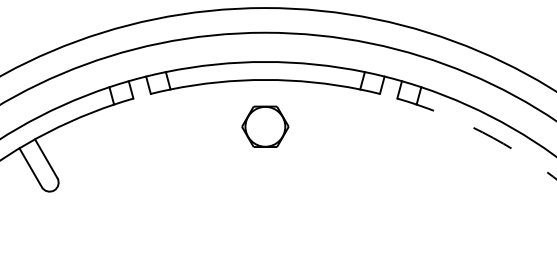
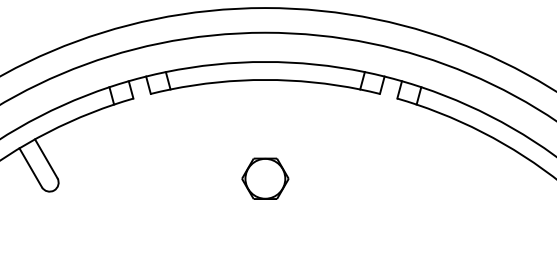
part at (265, 126) position: (265, 126) -> (265, 178)
arc at (489, 136): dashed -> solid
